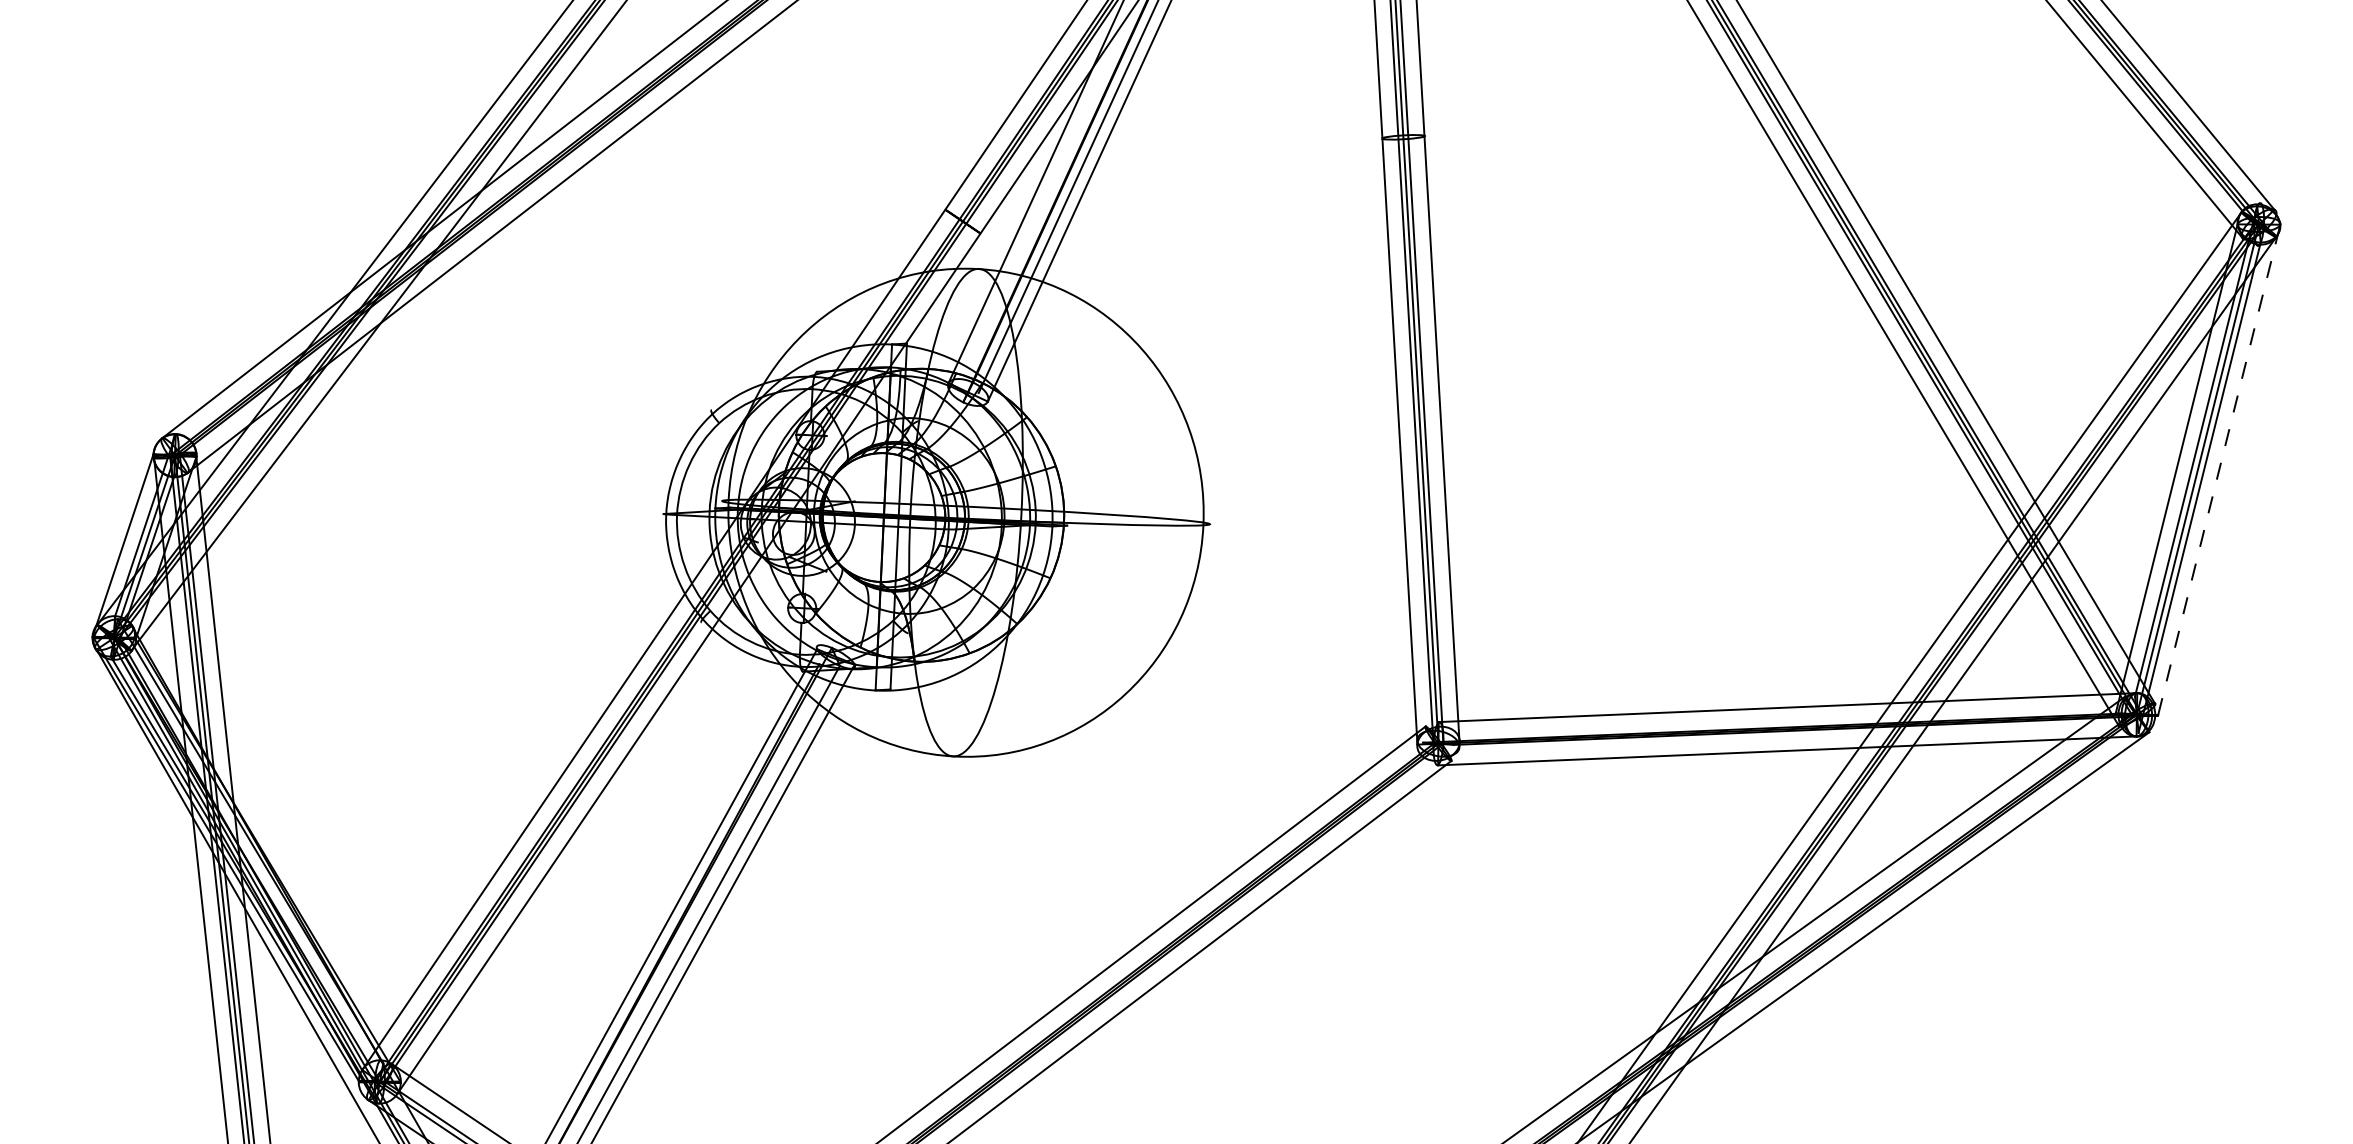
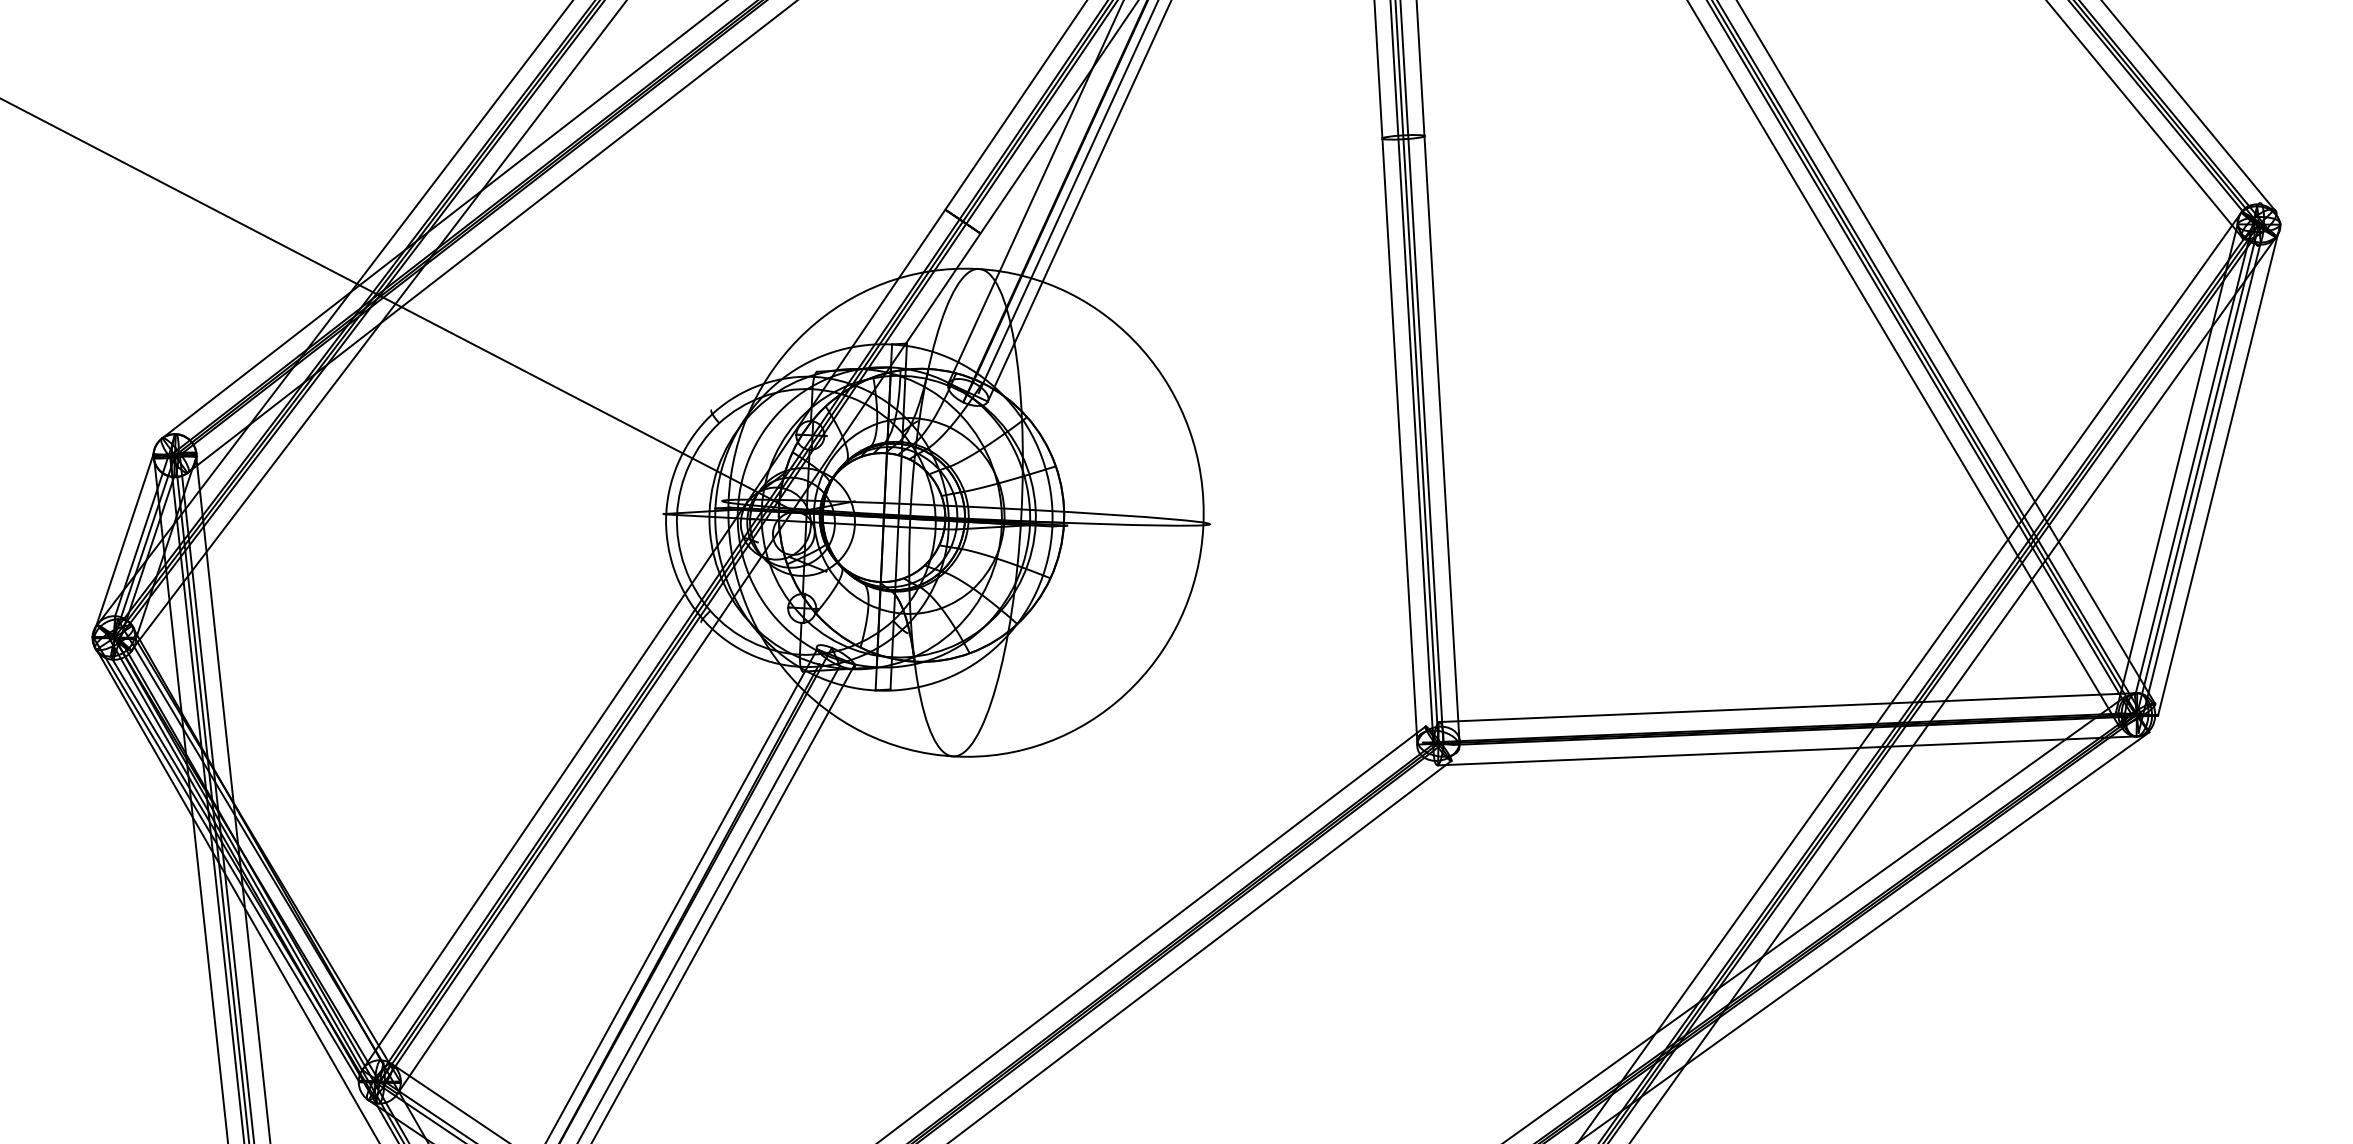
line at (398, 305): none -> present
line at (2219, 469): dashed -> solid
